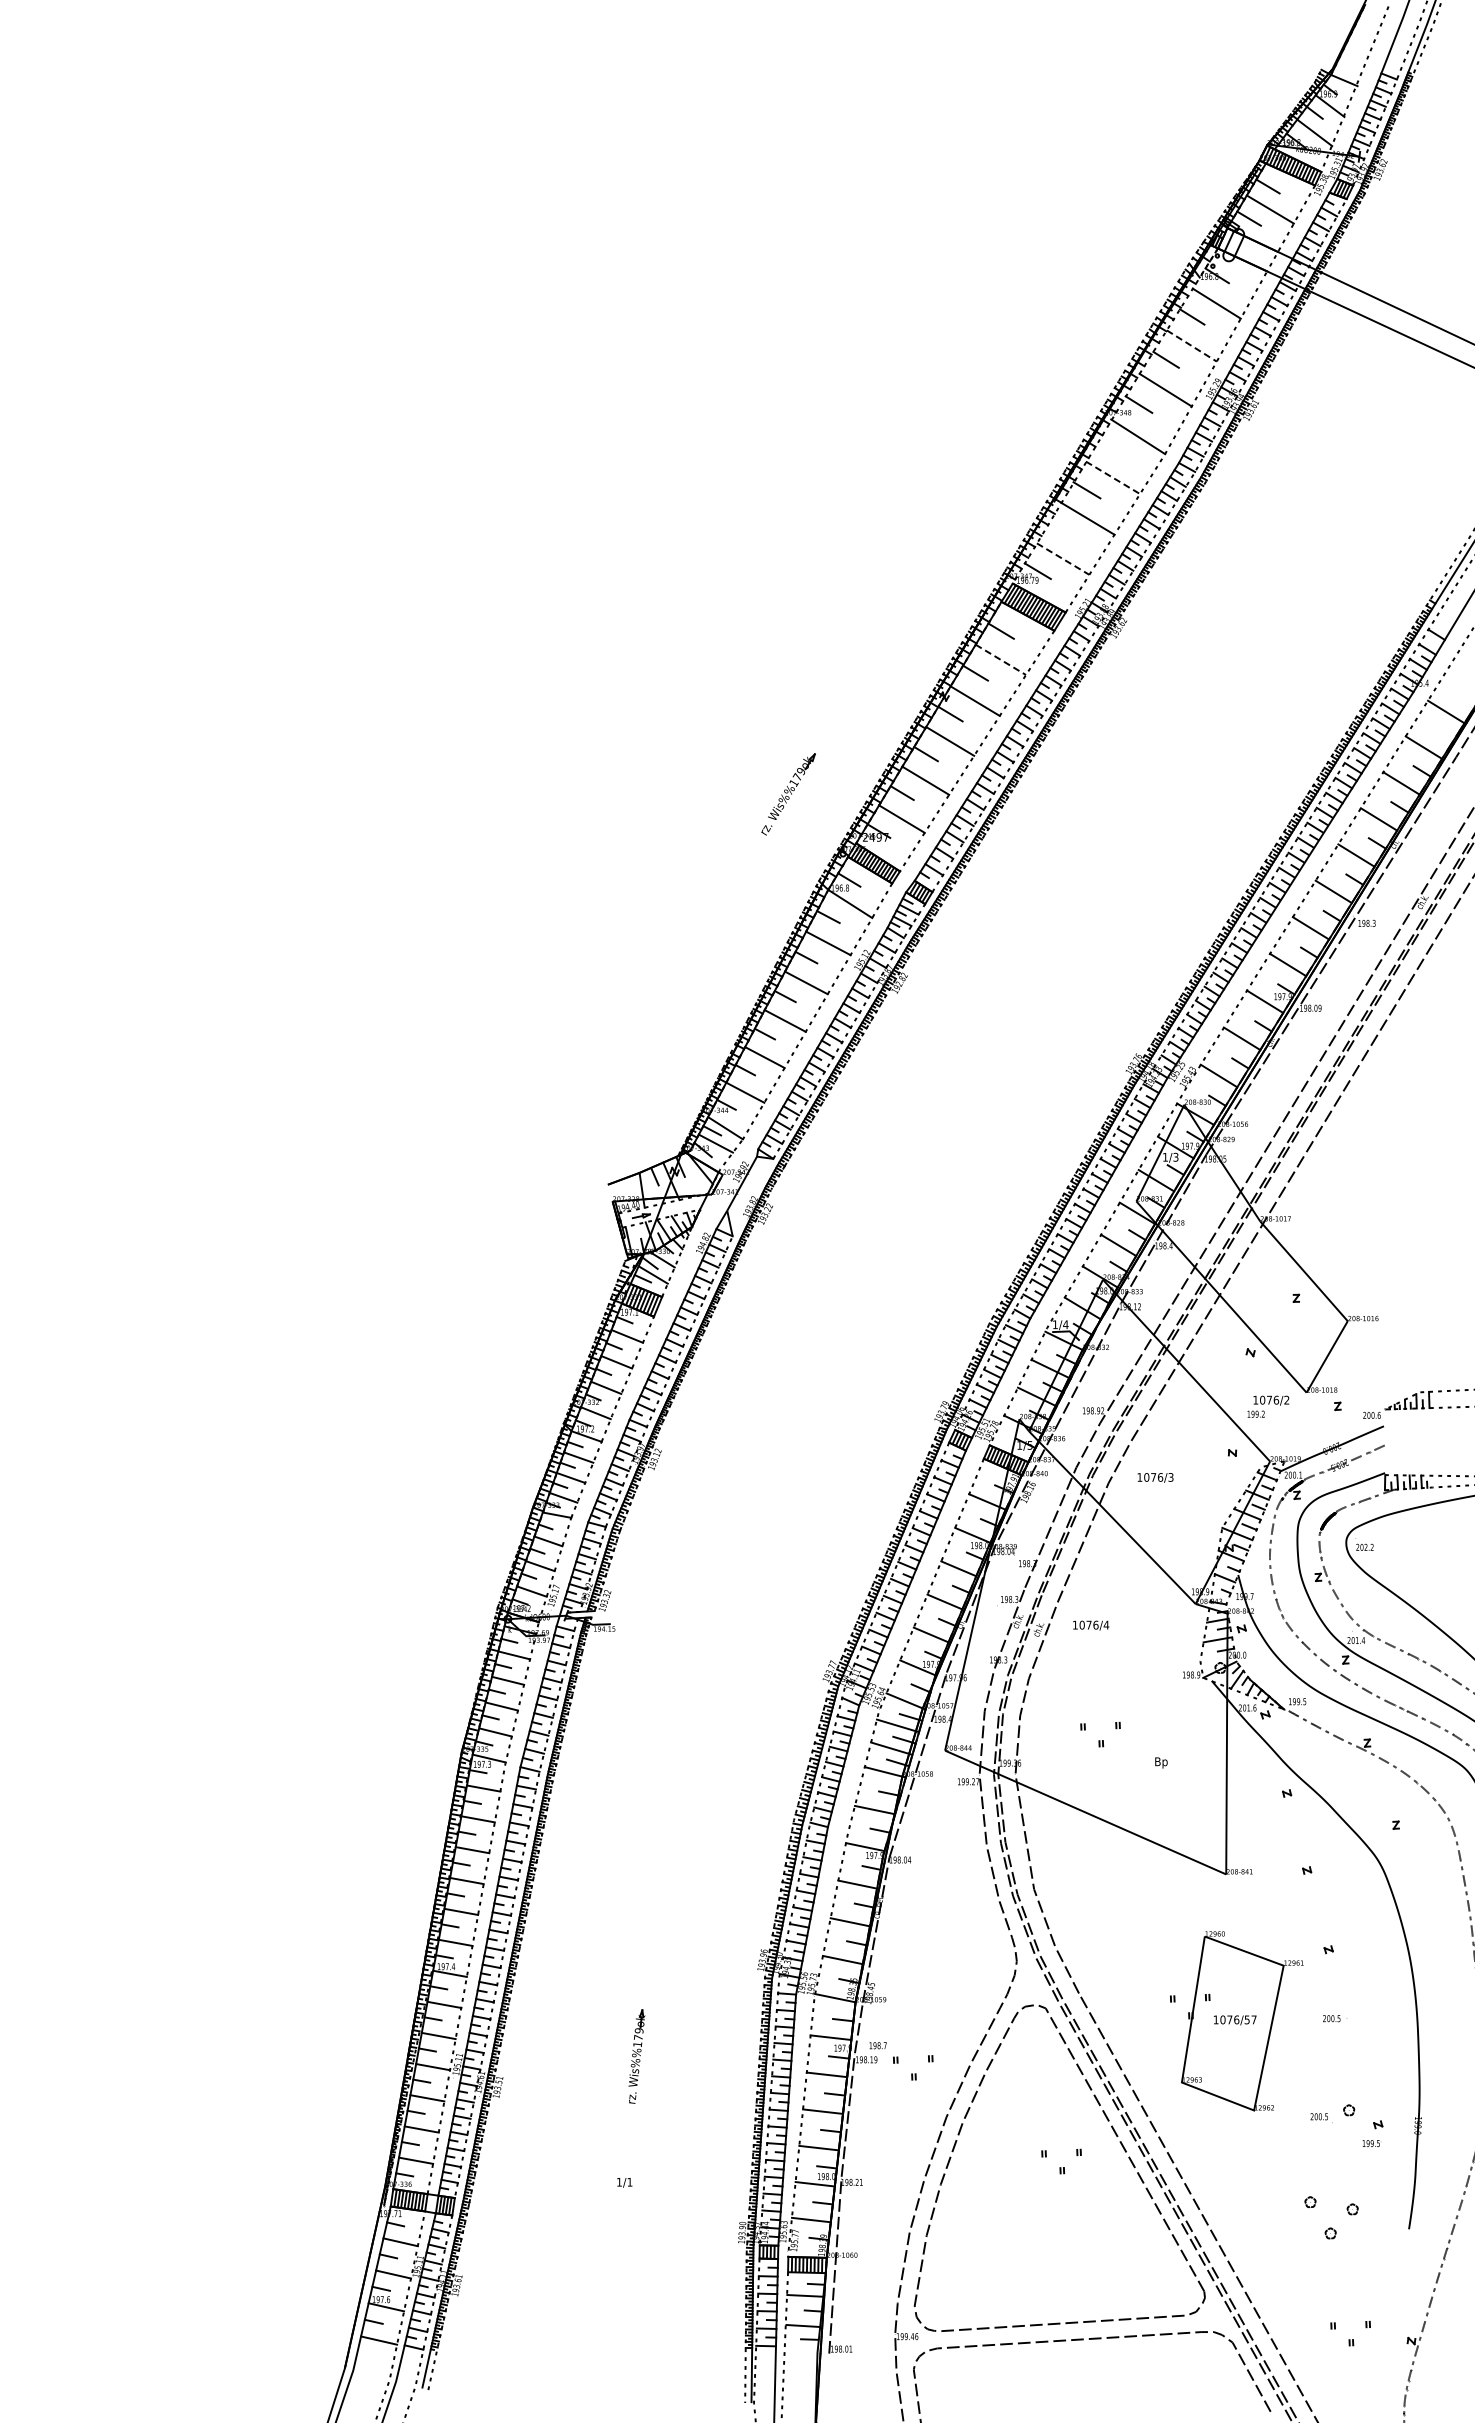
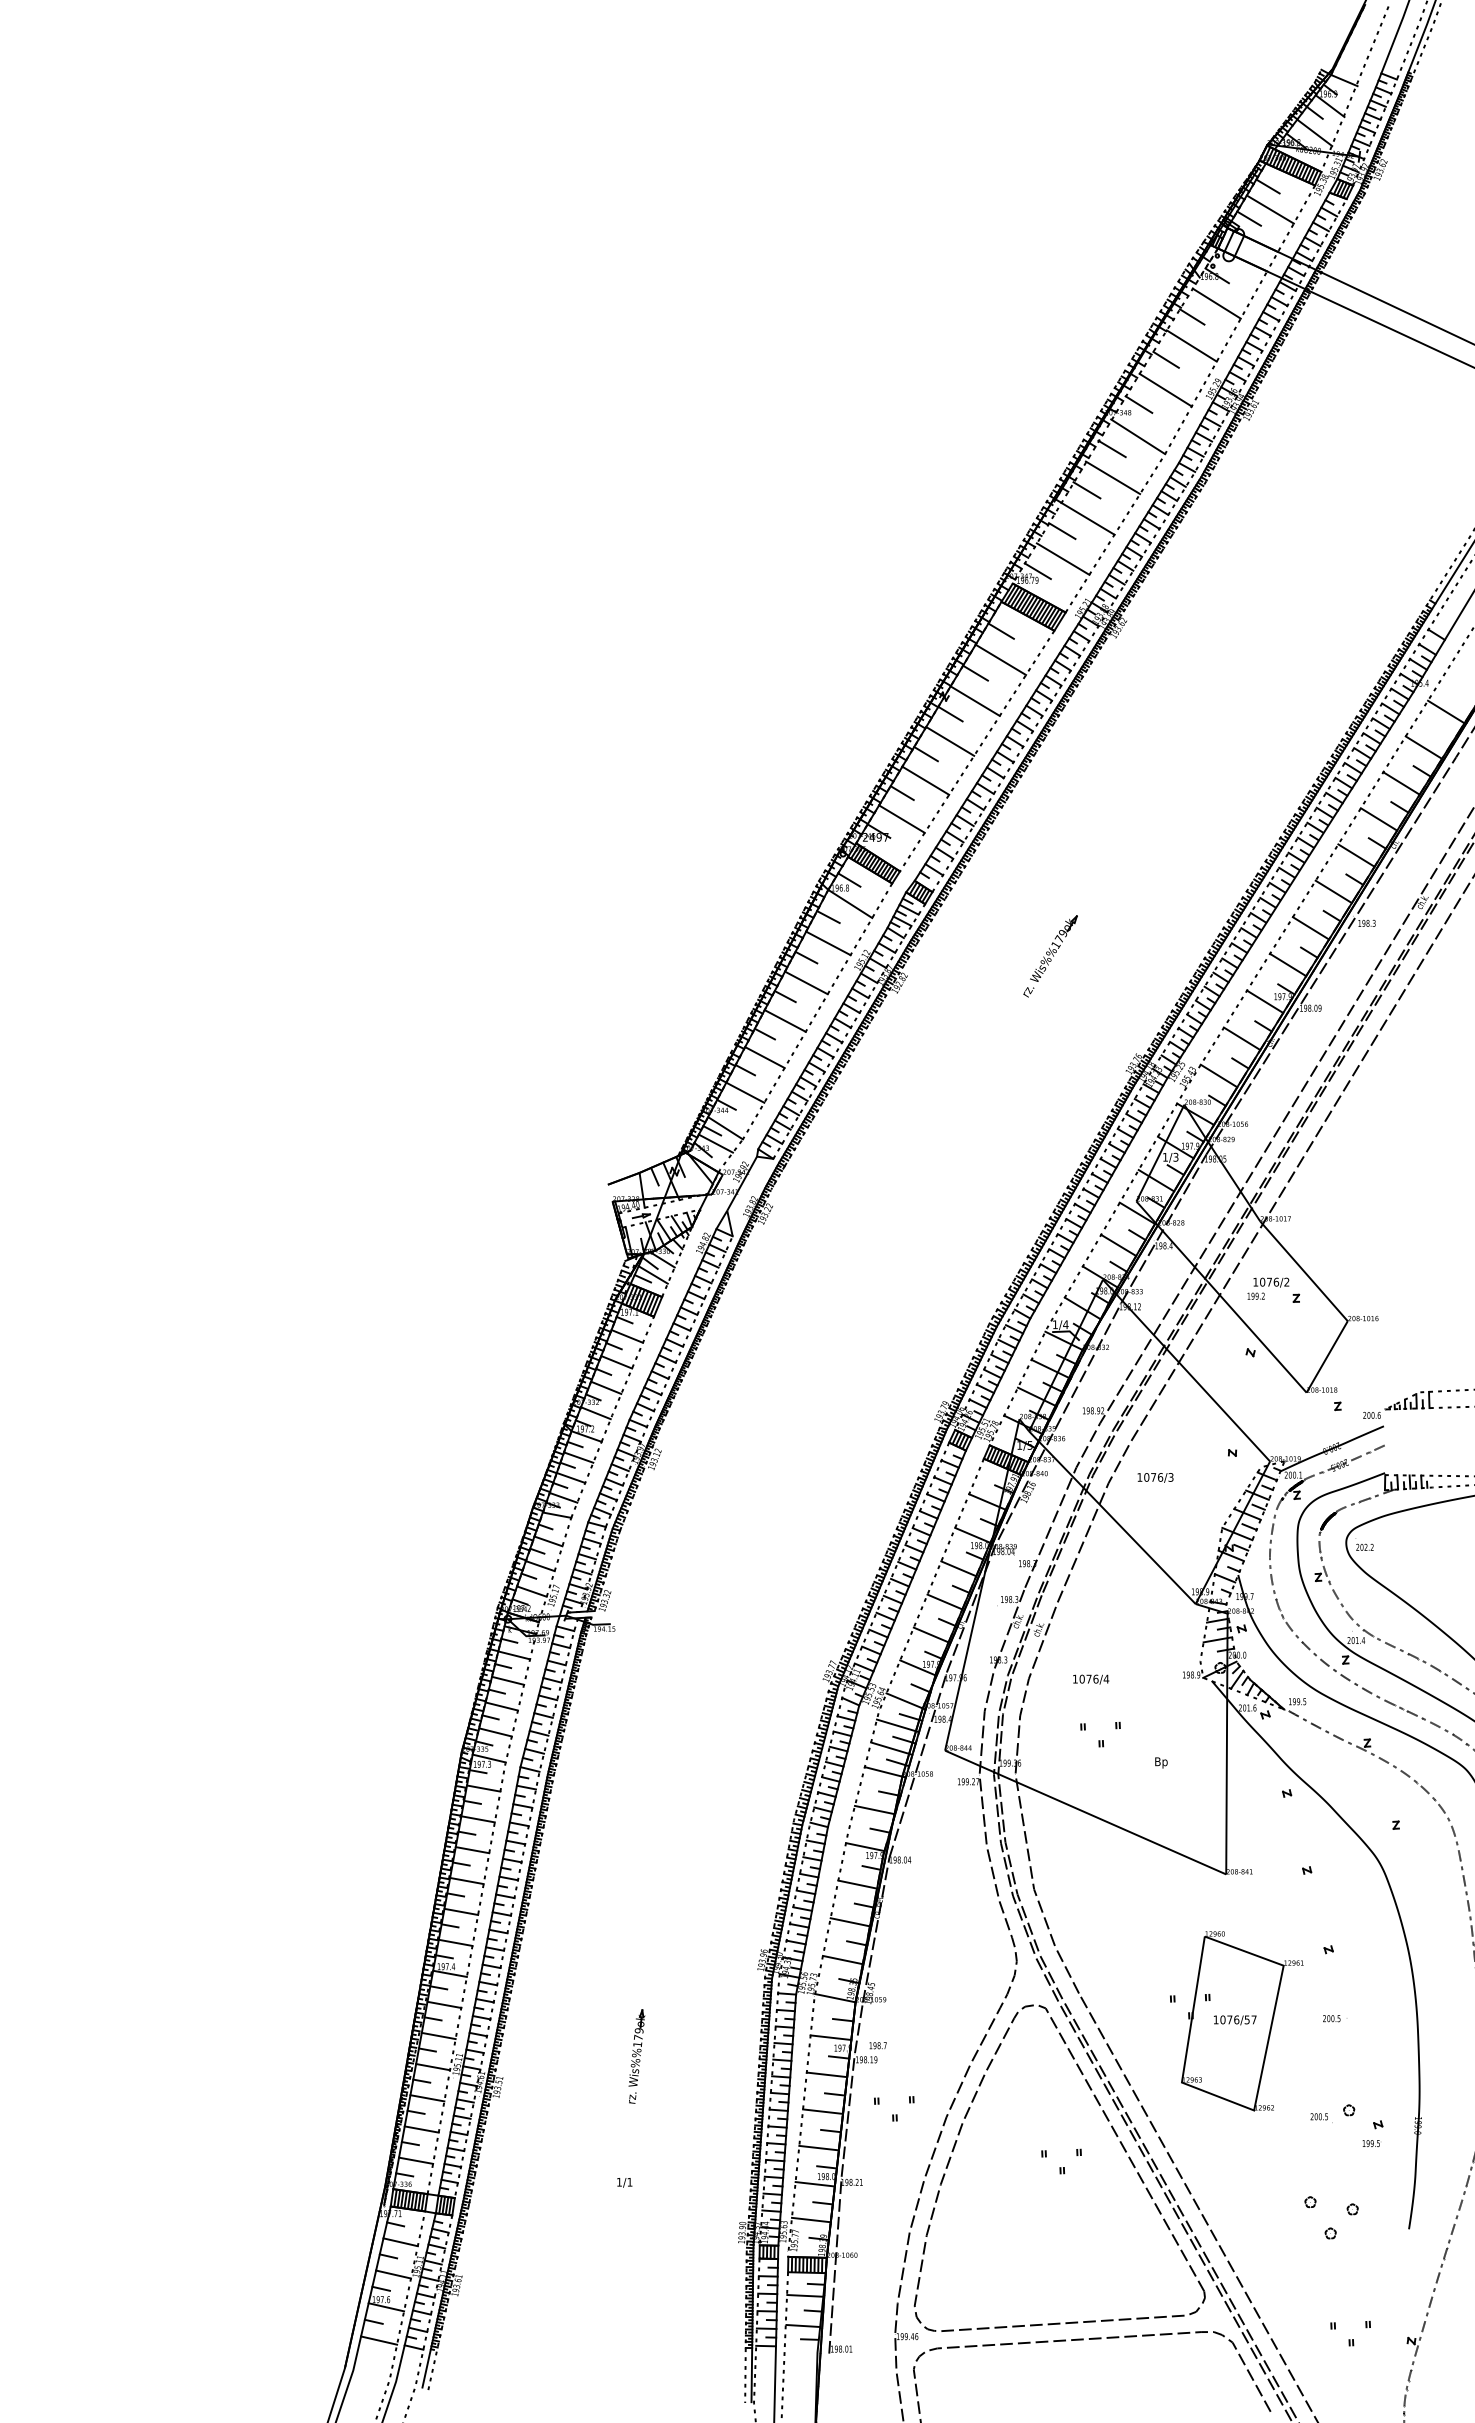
line at (1192, 346): dashed -> solid
line at (1111, 448): none -> present
line at (1113, 477): dashed -> solid
line at (1062, 531): none -> present
line at (1063, 559): dashed -> solid
line at (1001, 660): dashed -> solid
part at (788, 794) position: (788, 794) -> (1050, 956)
text at (1268, 1406) position: (1268, 1406) -> (1268, 1288)
text at (1091, 1625) position: (1091, 1625) -> (1091, 1679)
part at (912, 2073) position: (912, 2073) -> (893, 2114)
